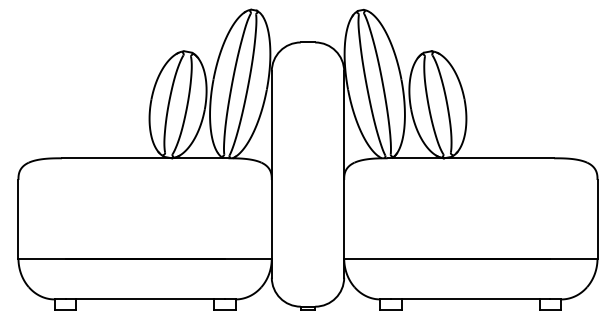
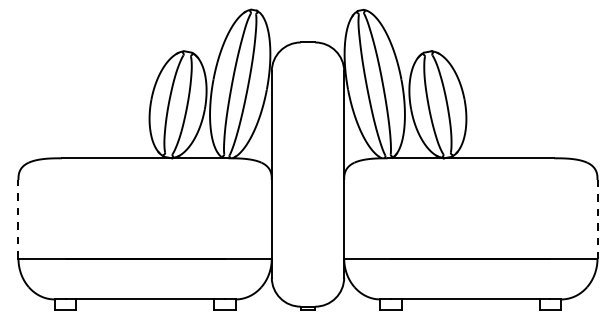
line at (18, 218): solid -> dashed
line at (597, 219): solid -> dashed
